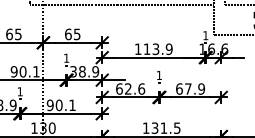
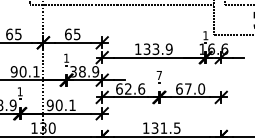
text at (146, 49): 113.9 -> 133.9
text at (158, 75): 1 -> 7
text at (201, 88): 67.9 -> 67.0
